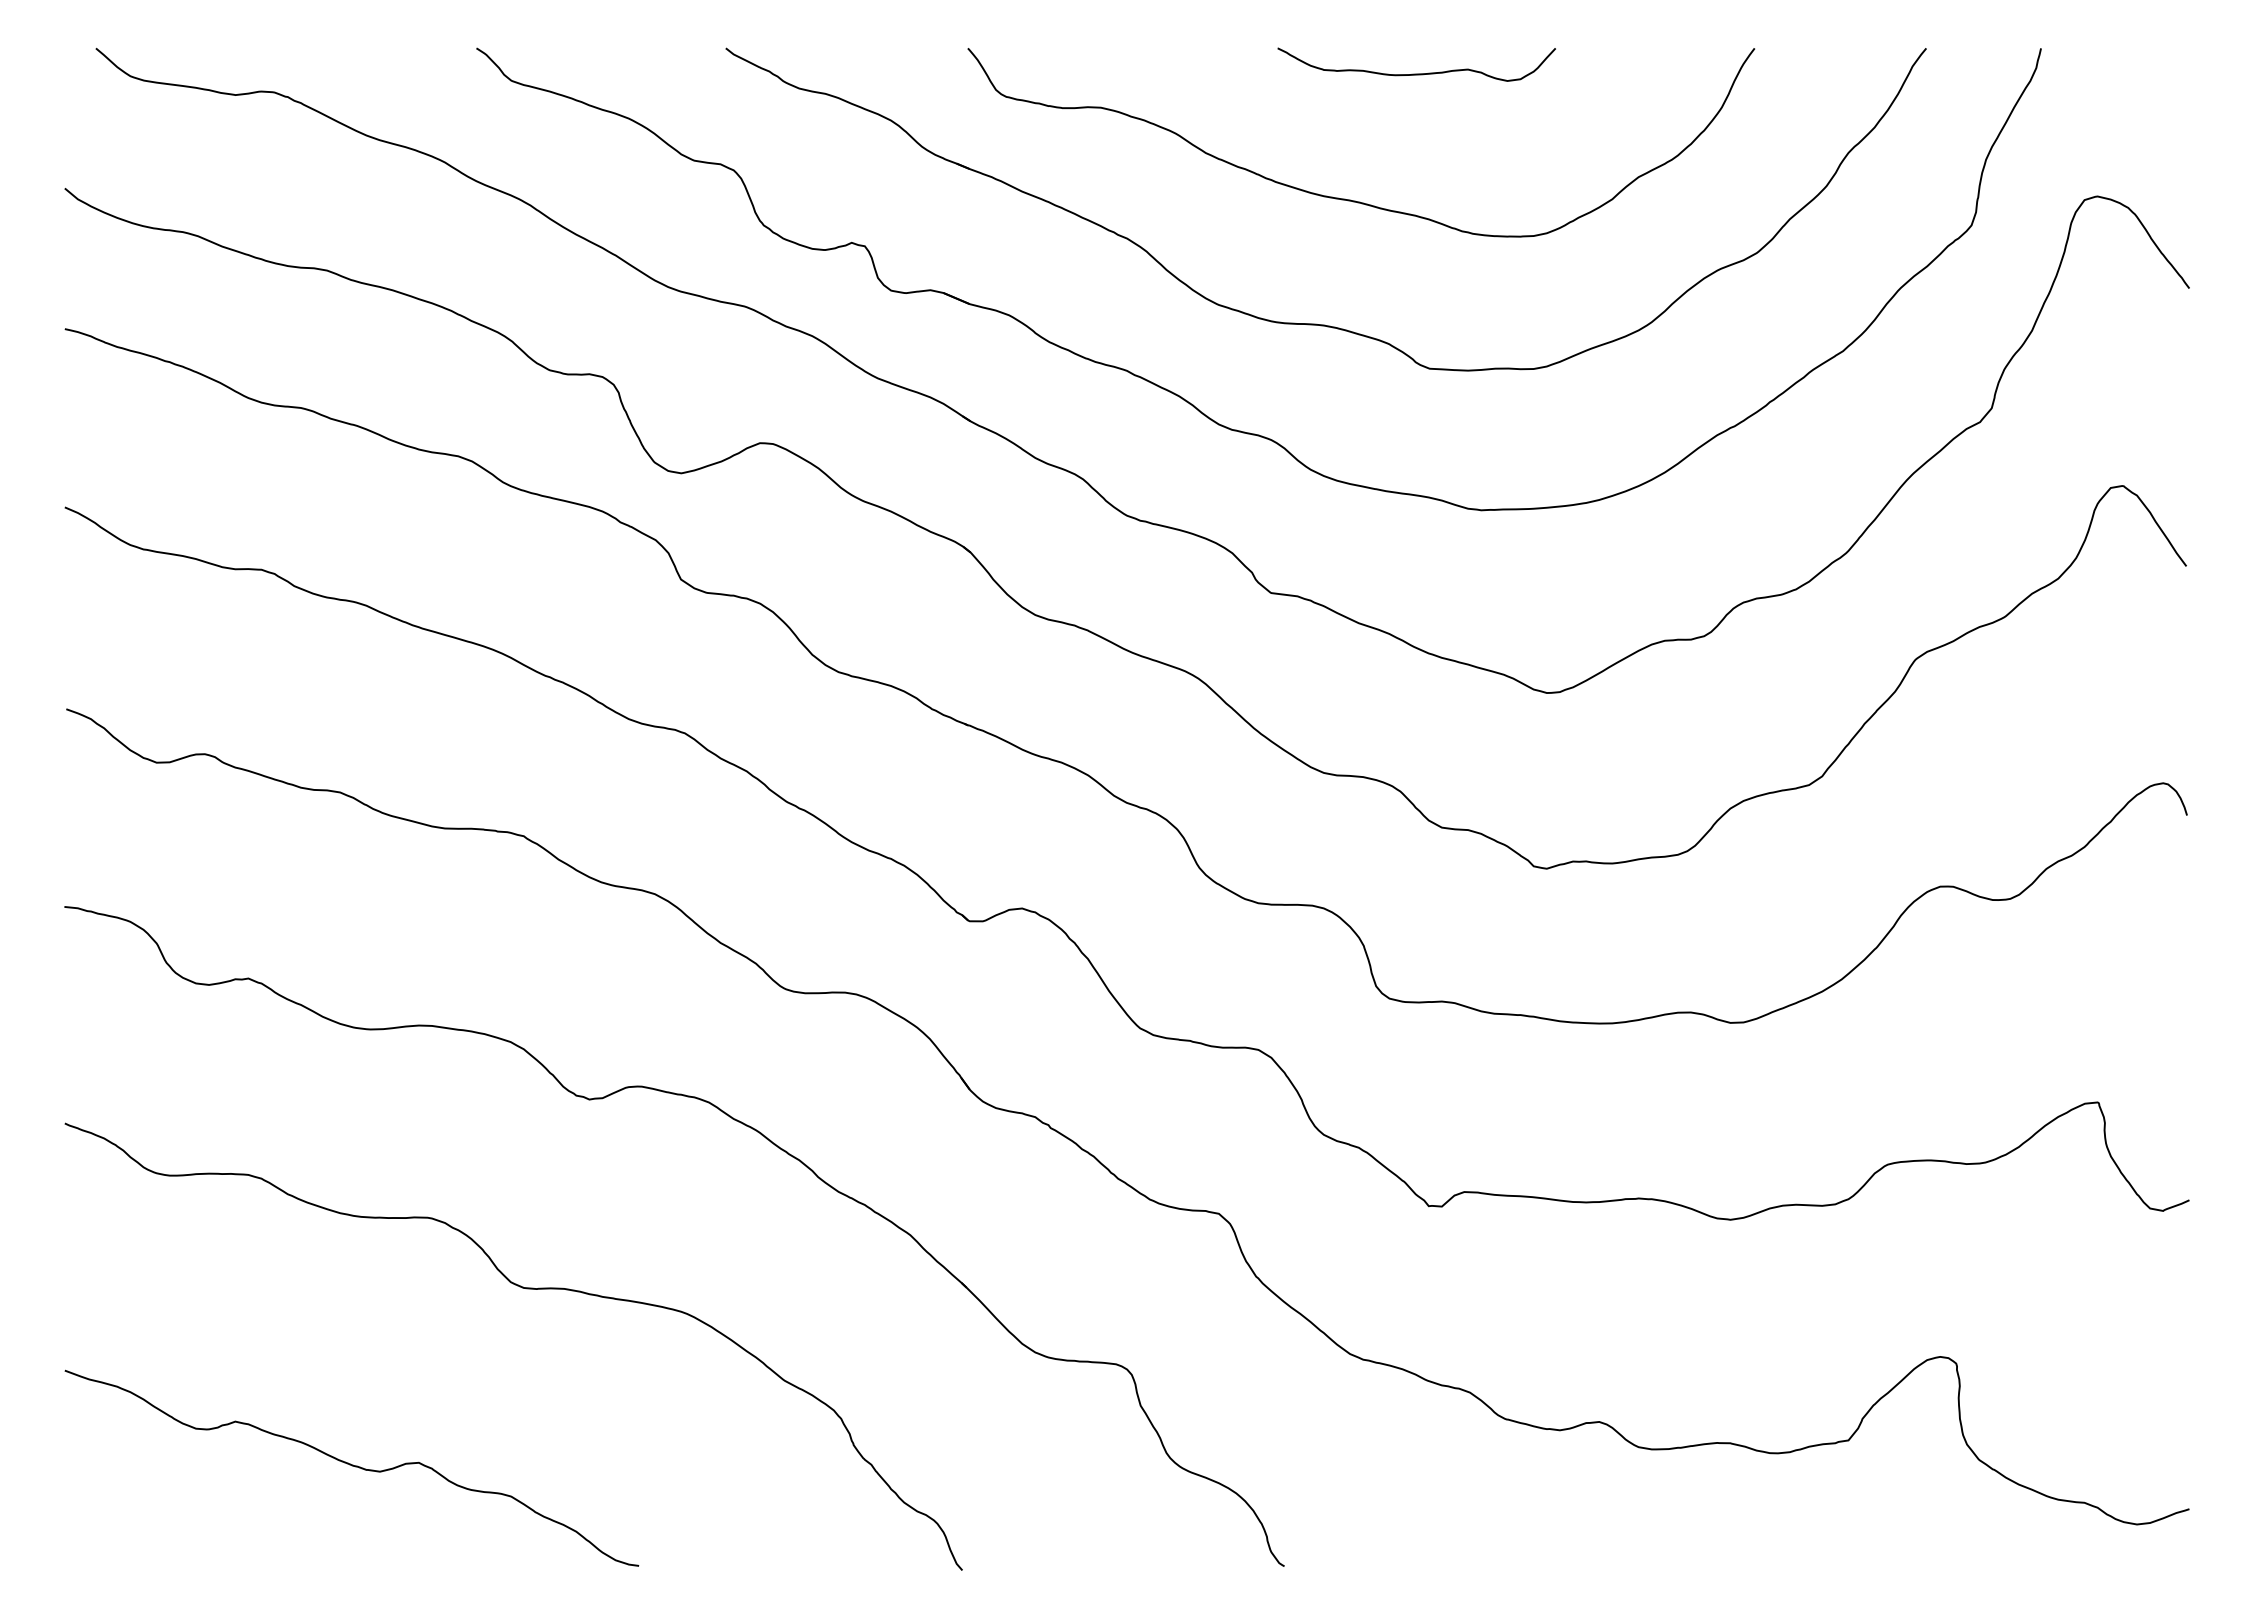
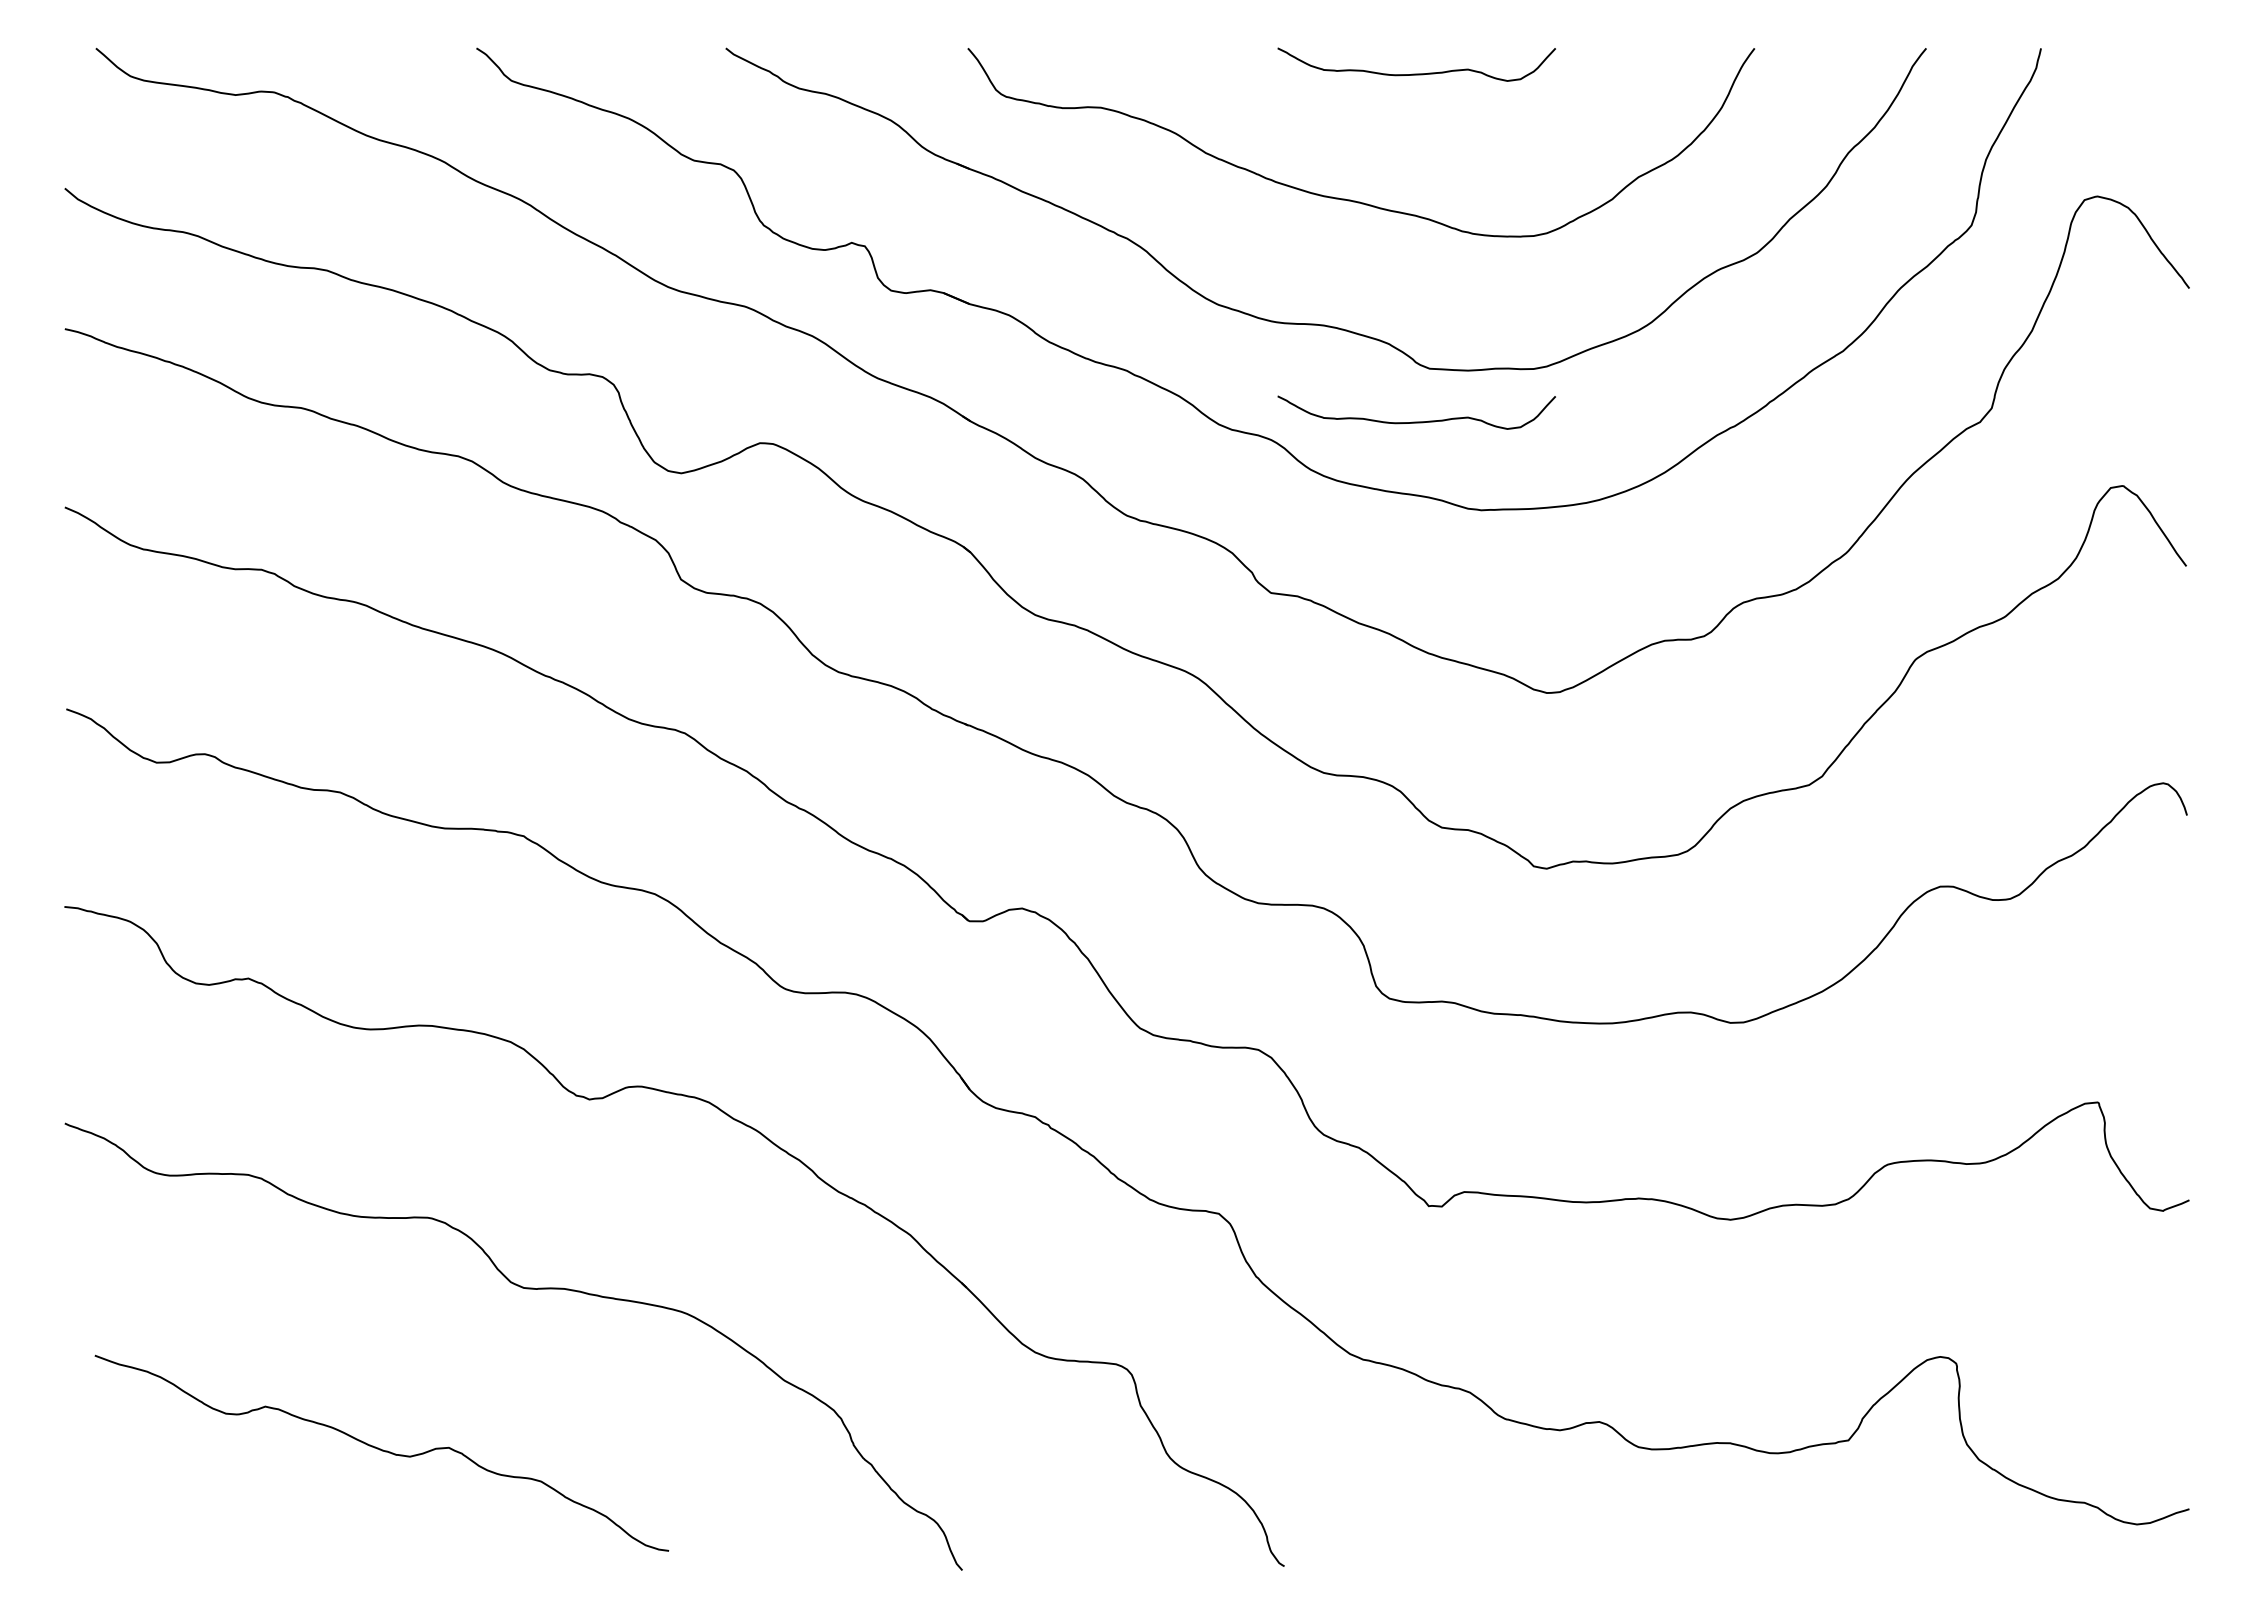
curve at (1416, 421): none -> present
curve at (352, 1466) position: (352, 1466) -> (382, 1451)
